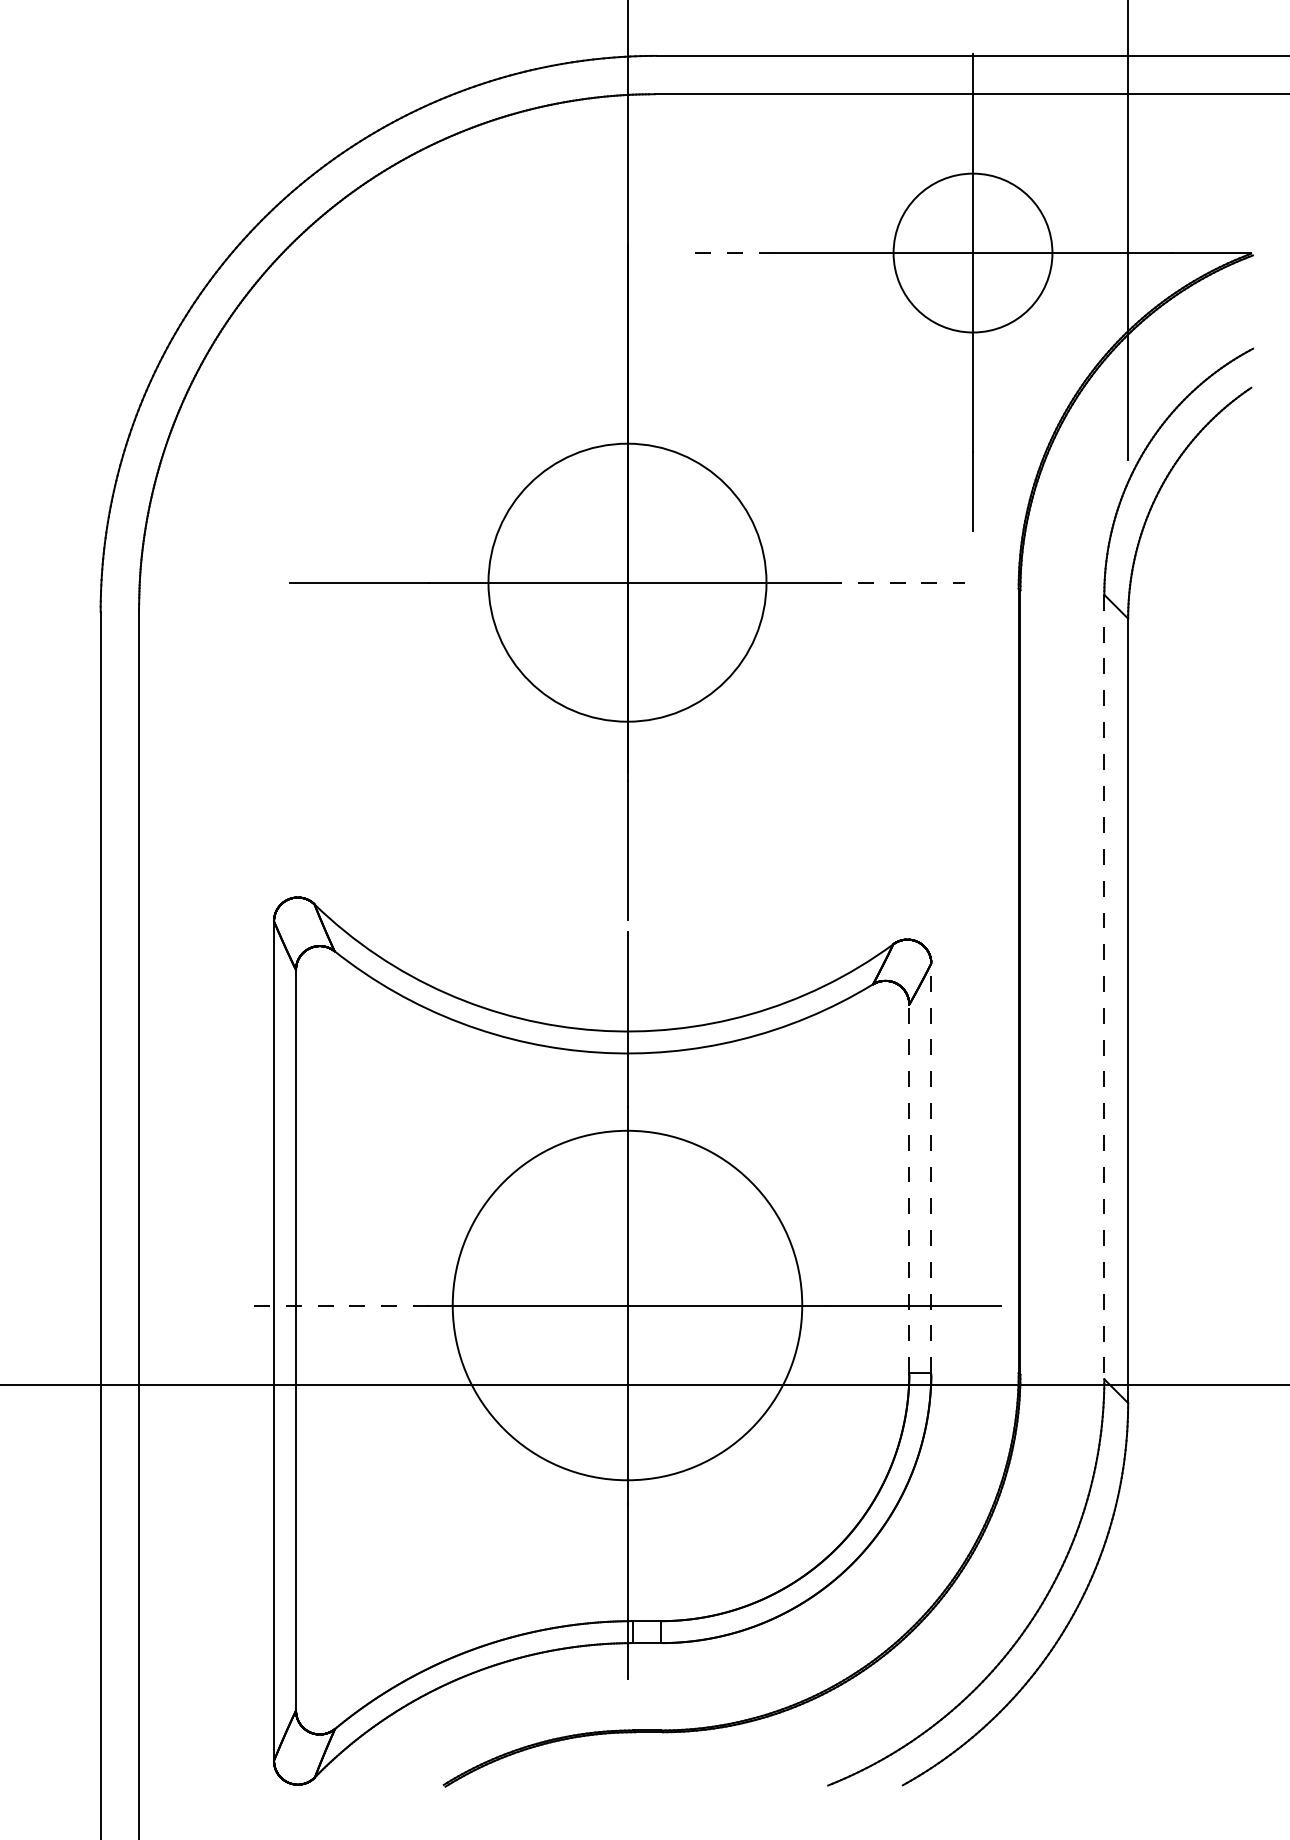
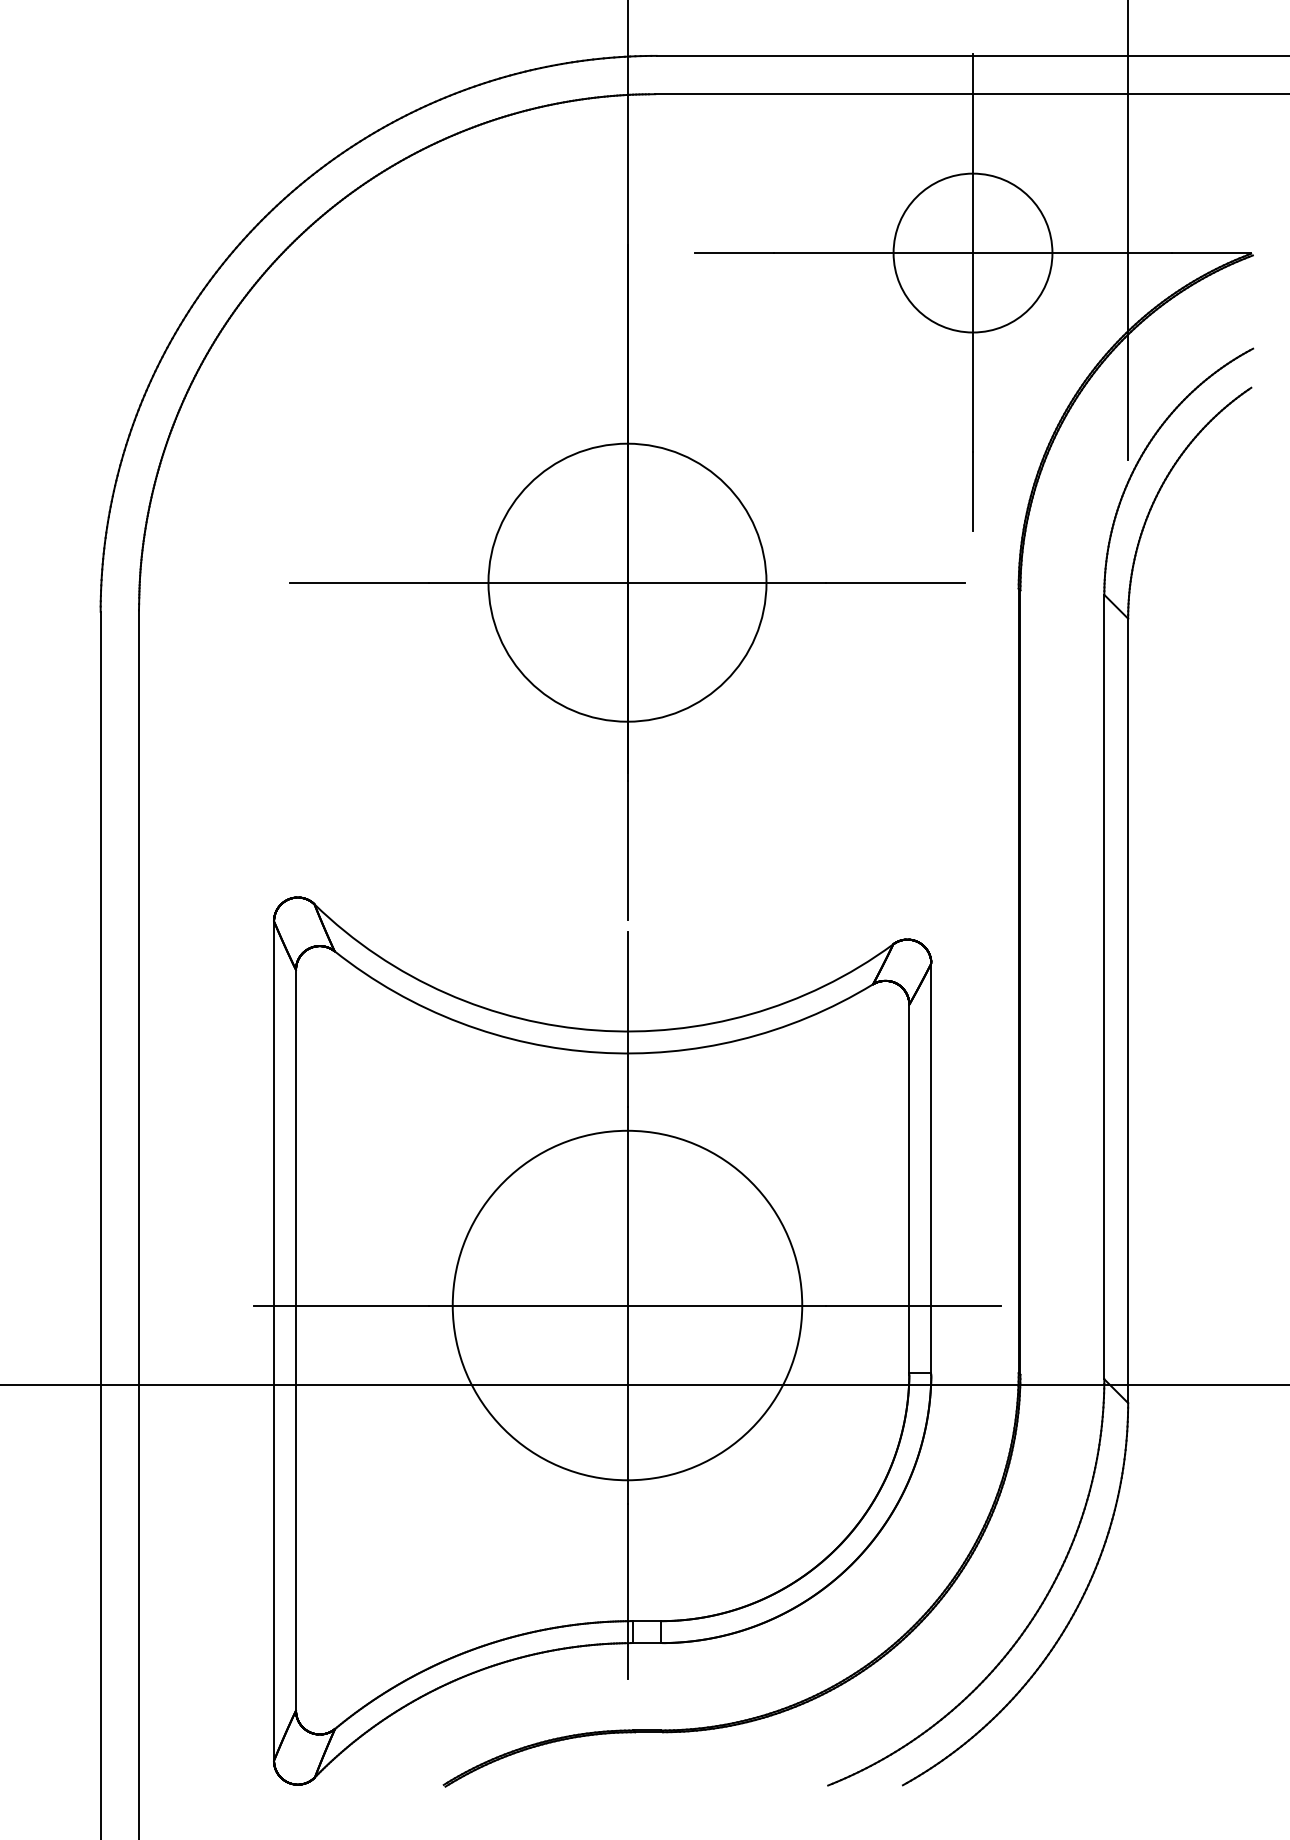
line at (734, 253): dashed -> solid
line at (895, 582): dashed -> solid
line at (1104, 987): dashed -> solid
line at (931, 1168): dashed -> solid
line at (909, 1188): dashed -> solid
line at (341, 1305): dashed -> solid
